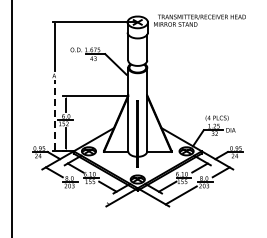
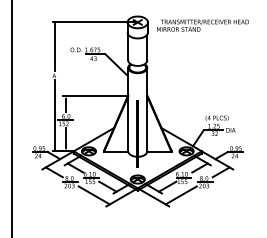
text at (199, 20) position: (199, 20) -> (202, 25)
line at (54, 114): dashed -> solid
line at (93, 195): none -> present
